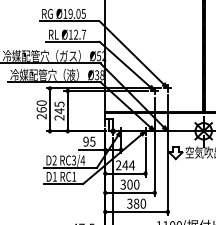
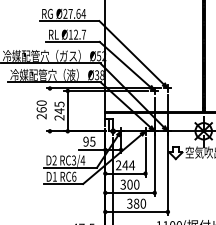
text at (74, 13): Ø19.05 -> Ø27.64
line at (49, 109): present -> none
text at (74, 176): RC1 -> RC6
